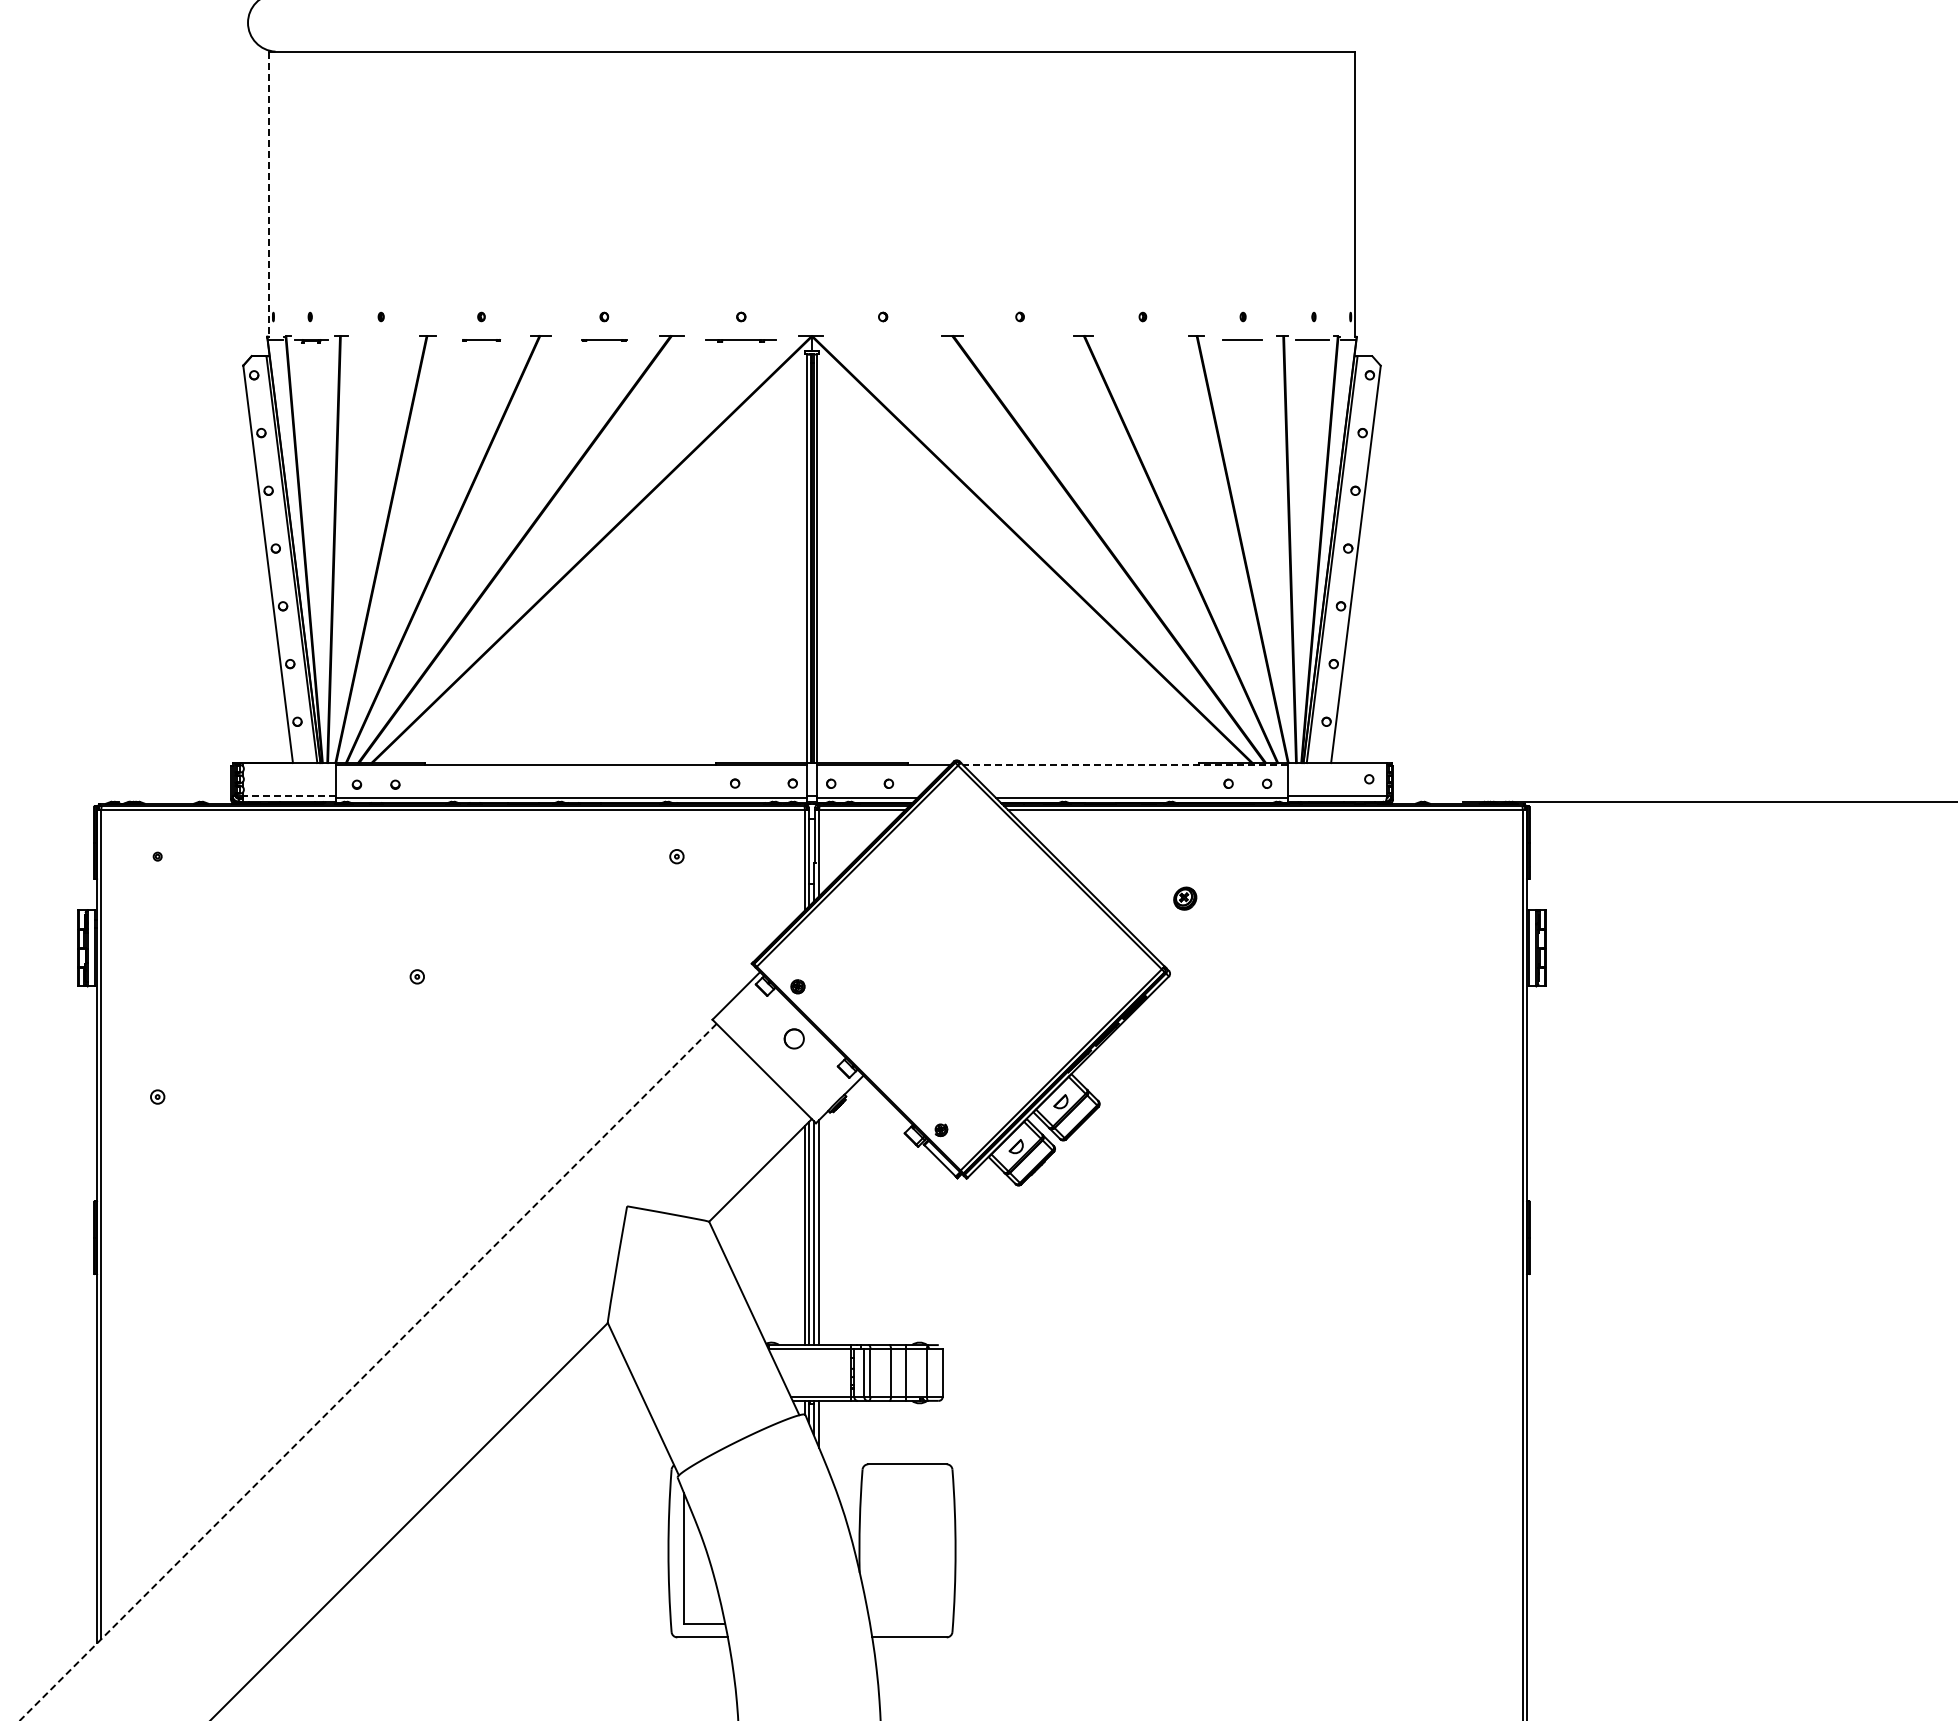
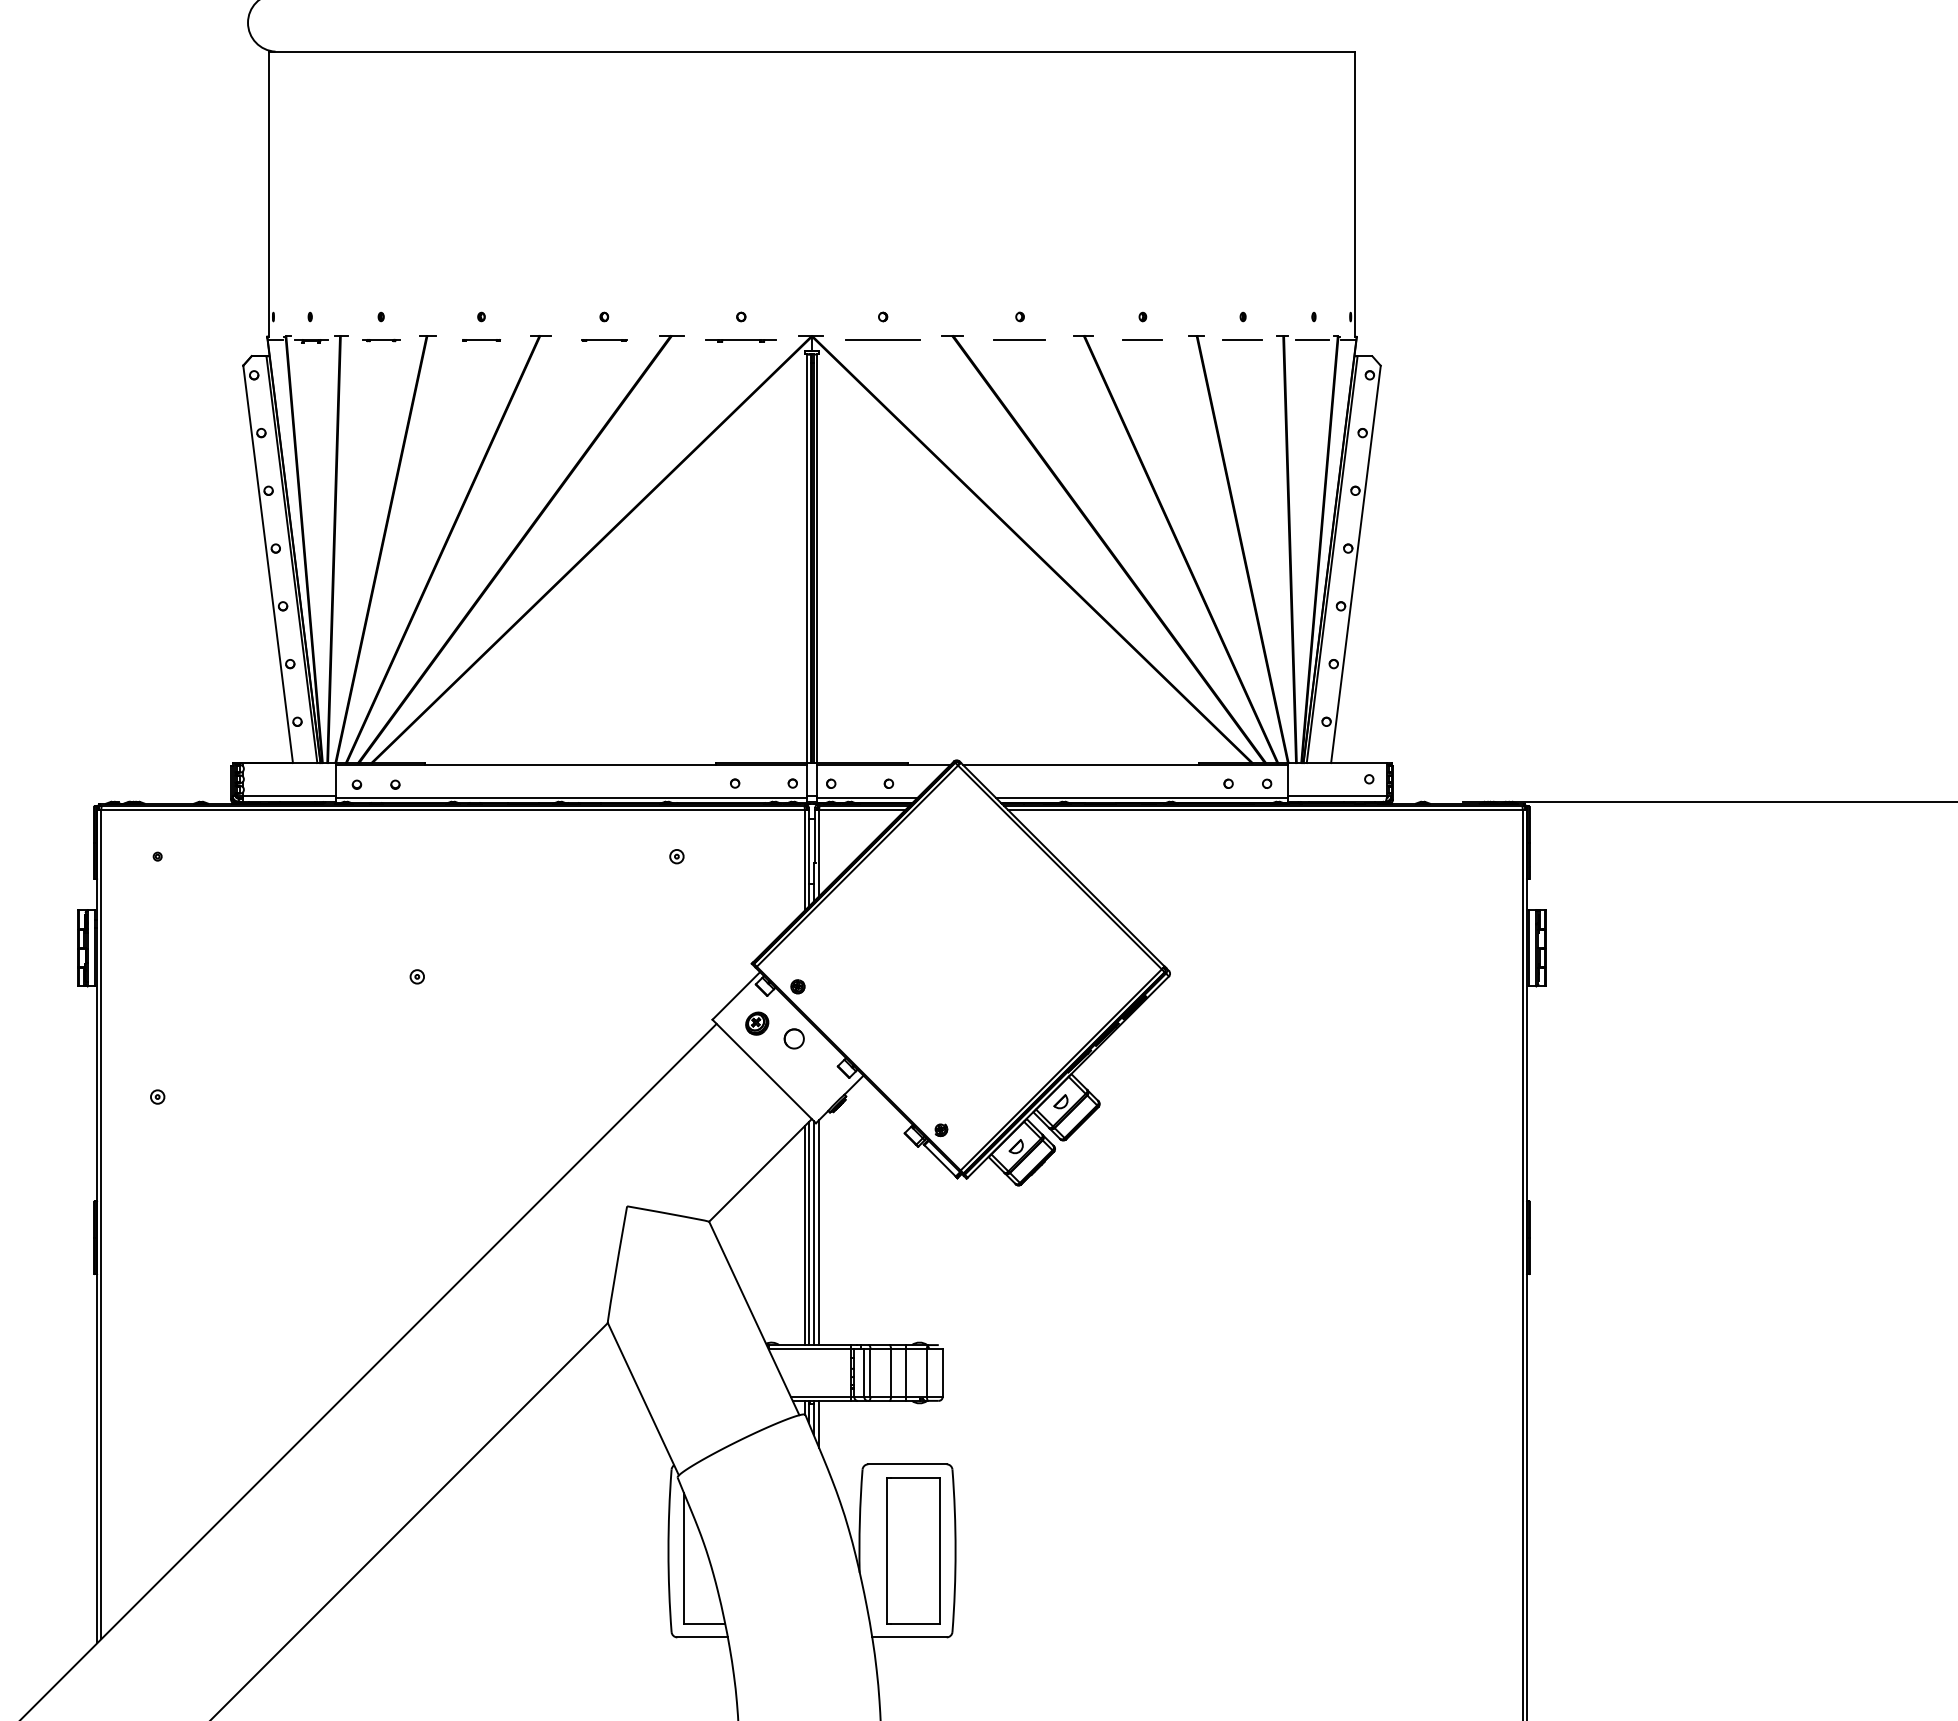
line at (268, 194): dashed -> solid
line at (882, 339): none -> present
part at (381, 340): none -> present
line at (1019, 340): none -> present
line at (1141, 340): none -> present
line at (1124, 764): dashed -> solid
line at (289, 795): dashed -> solid
part at (1185, 898) position: (1185, 898) -> (757, 1023)
line at (368, 1372): dashed -> solid
part at (913, 1550): none -> present
